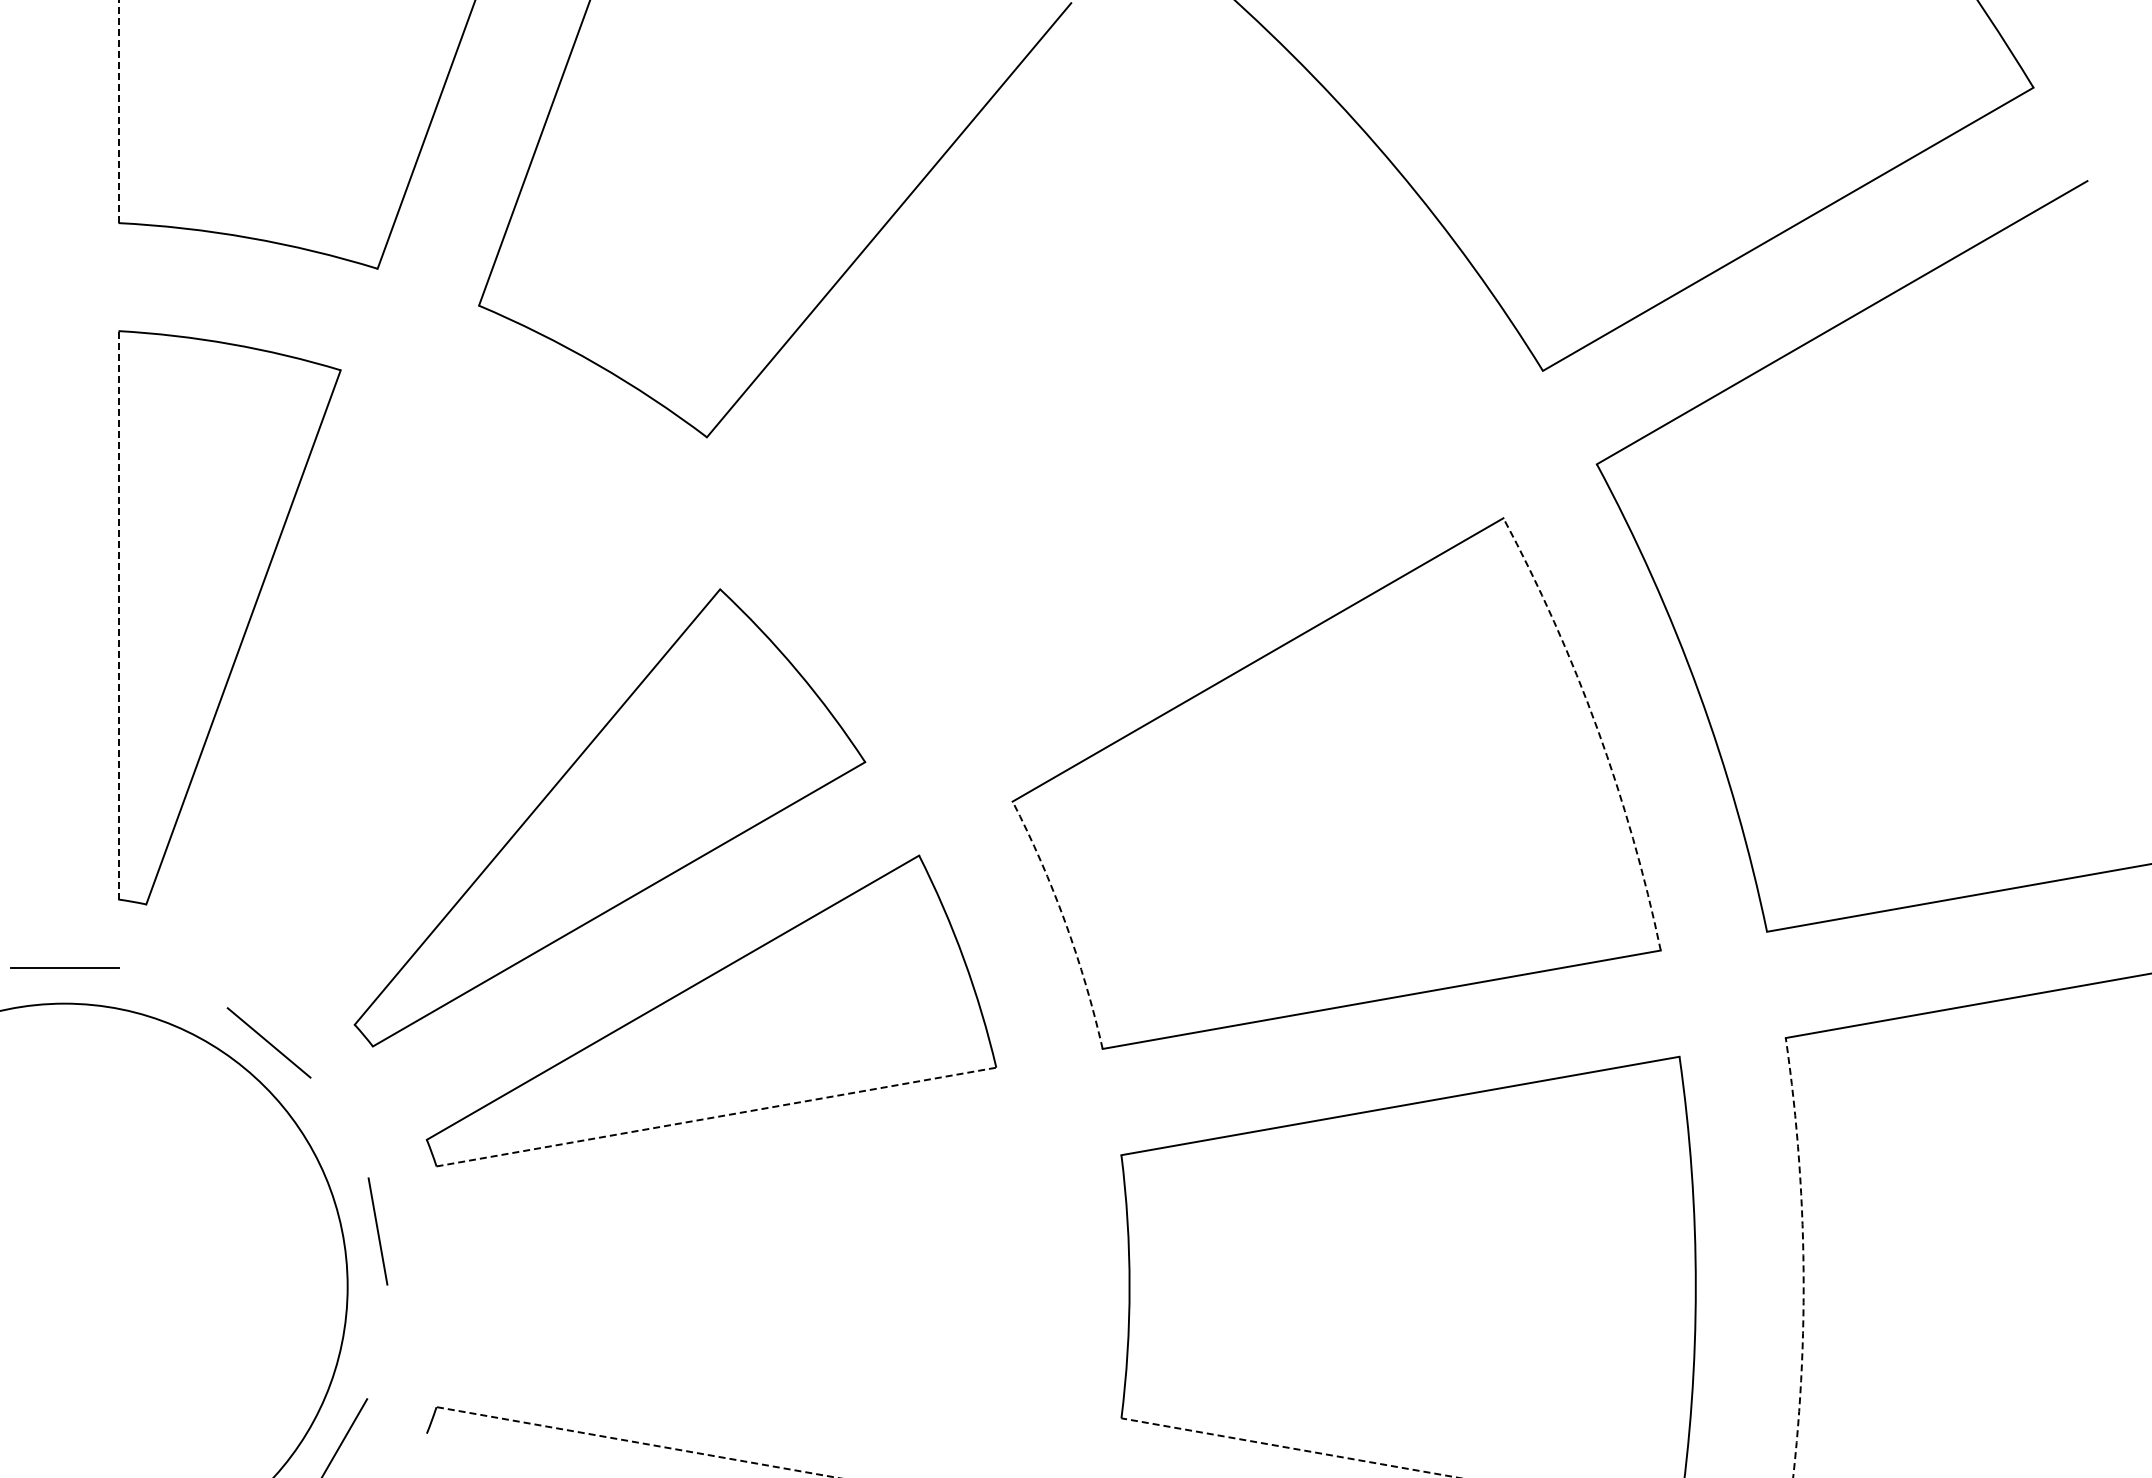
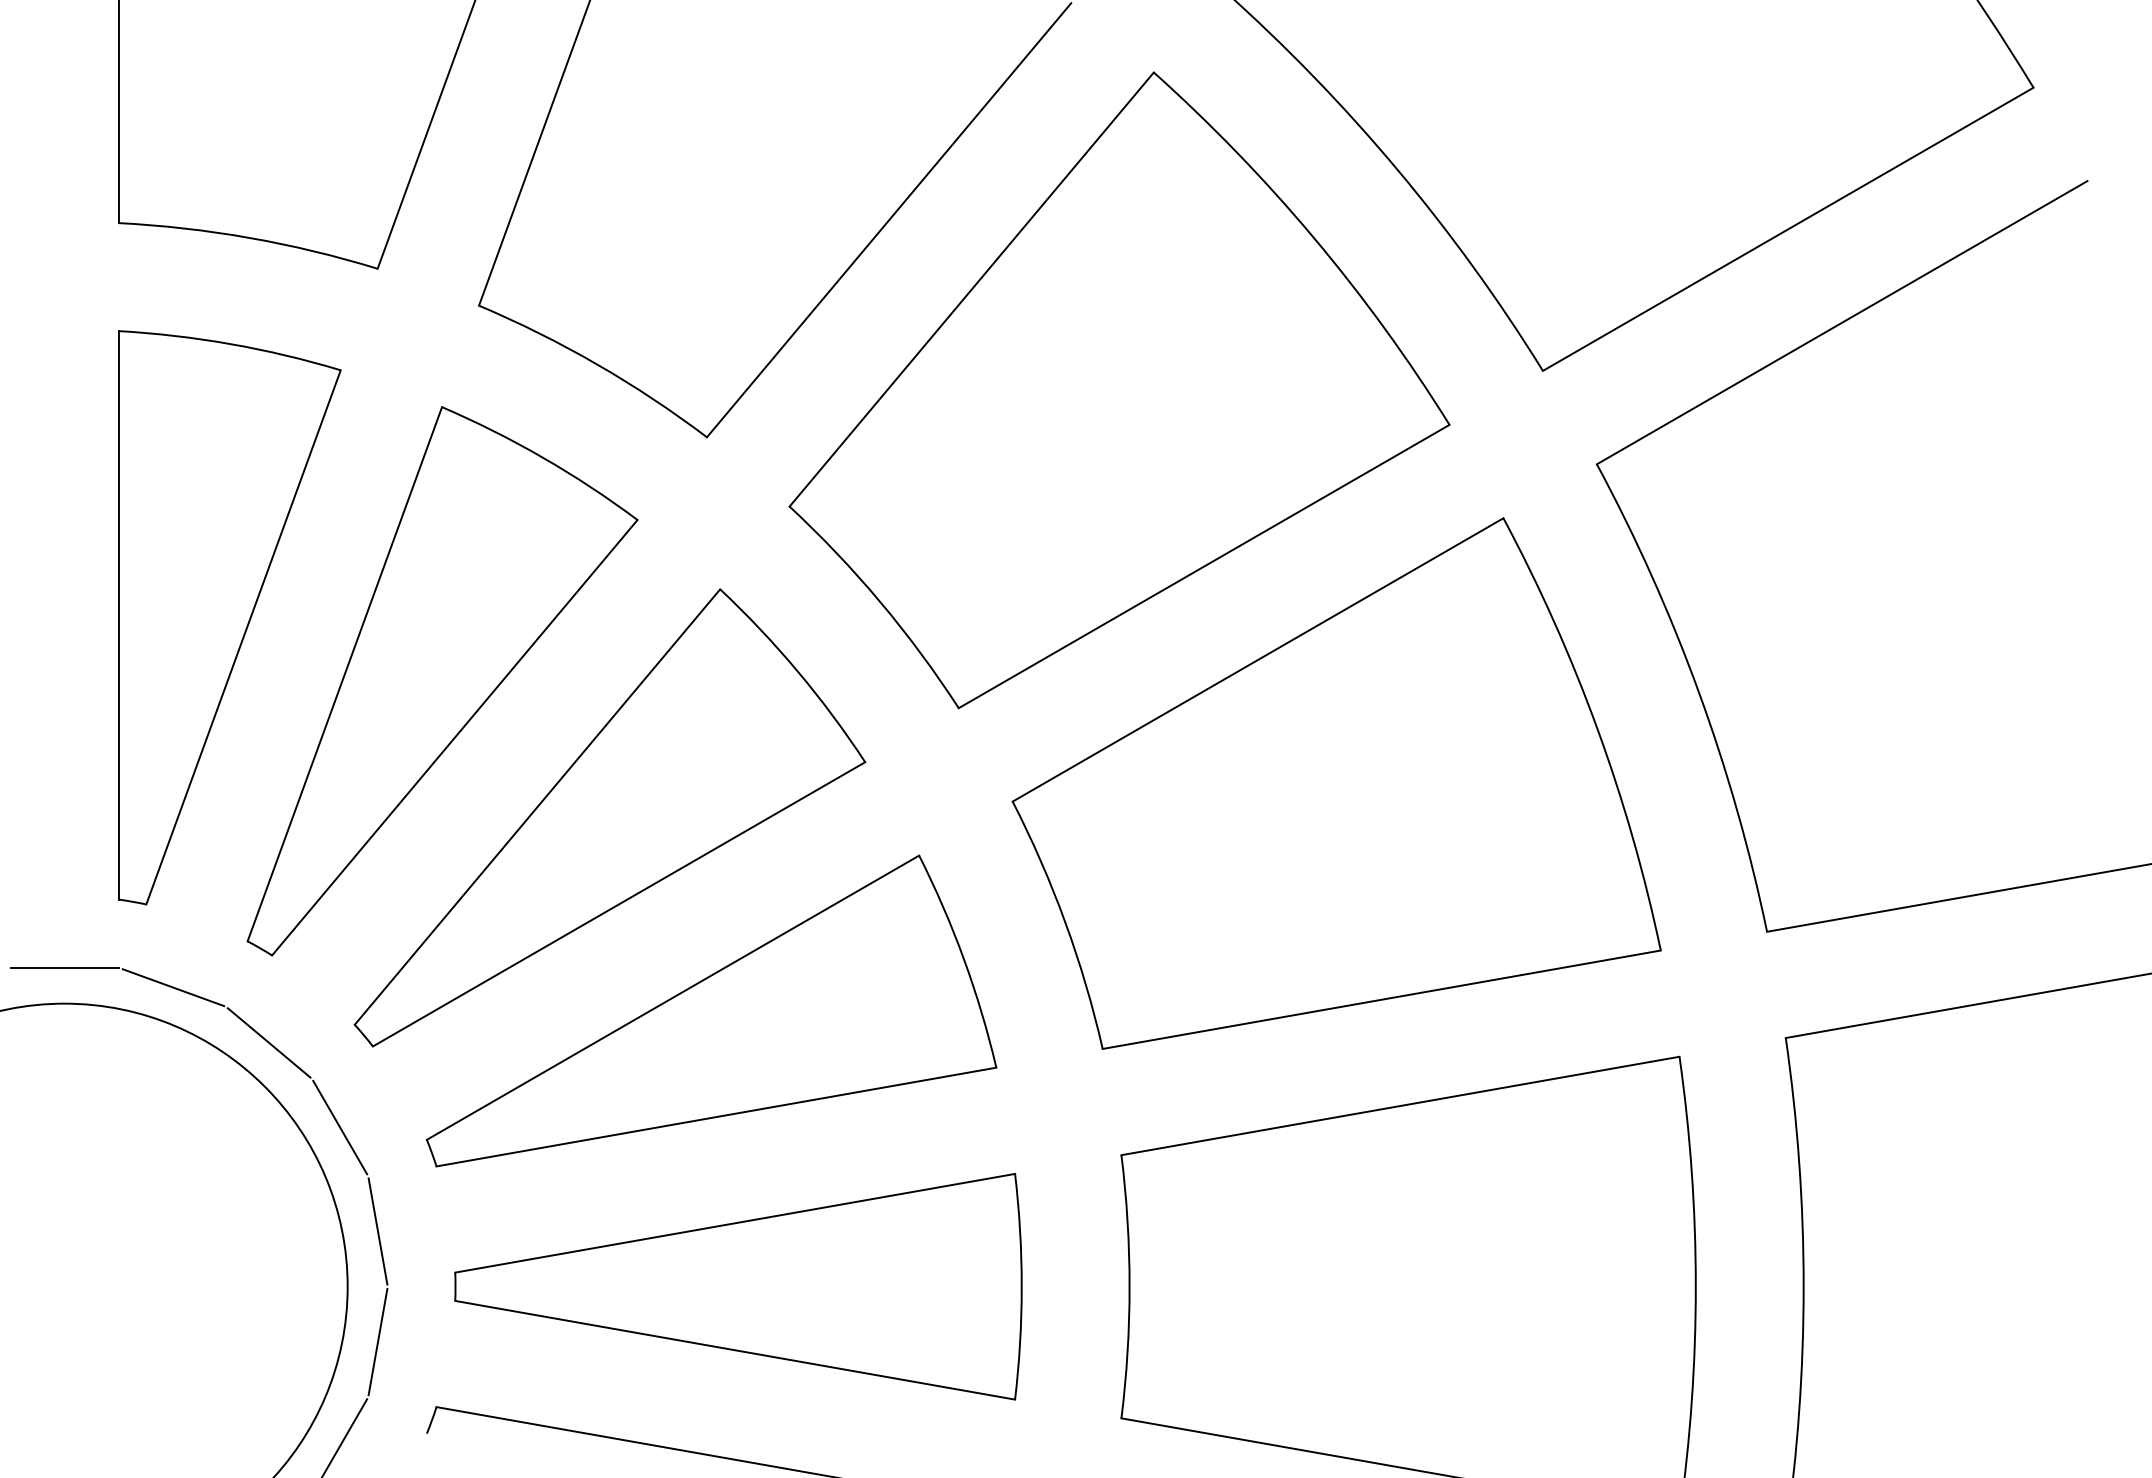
line at (118, 111): dashed -> solid
part at (1119, 390): none -> present
line at (118, 614): dashed -> solid
part at (442, 681): none -> present
arc at (1597, 728): dashed -> solid
arc at (1065, 922): dashed -> solid
line at (173, 987): none -> present
line at (716, 1116): dashed -> solid
line at (340, 1127): none -> present
arc at (1803, 1257): dashed -> solid
part at (738, 1286): none -> present
line at (377, 1341): none -> present
line at (637, 1442): dashed -> solid
line at (1289, 1448): dashed -> solid
